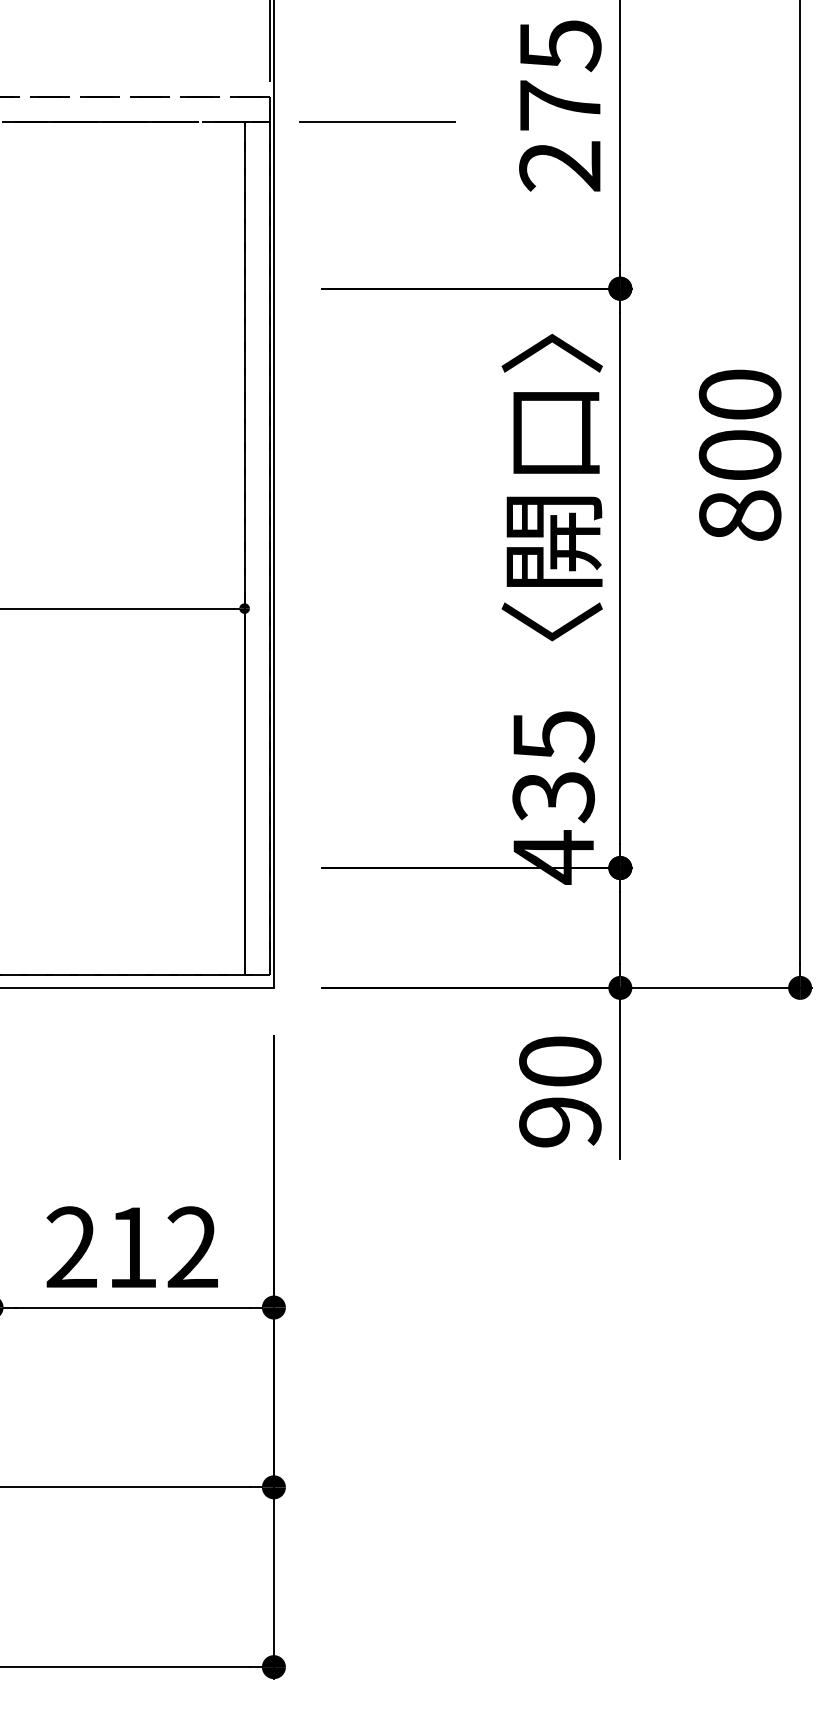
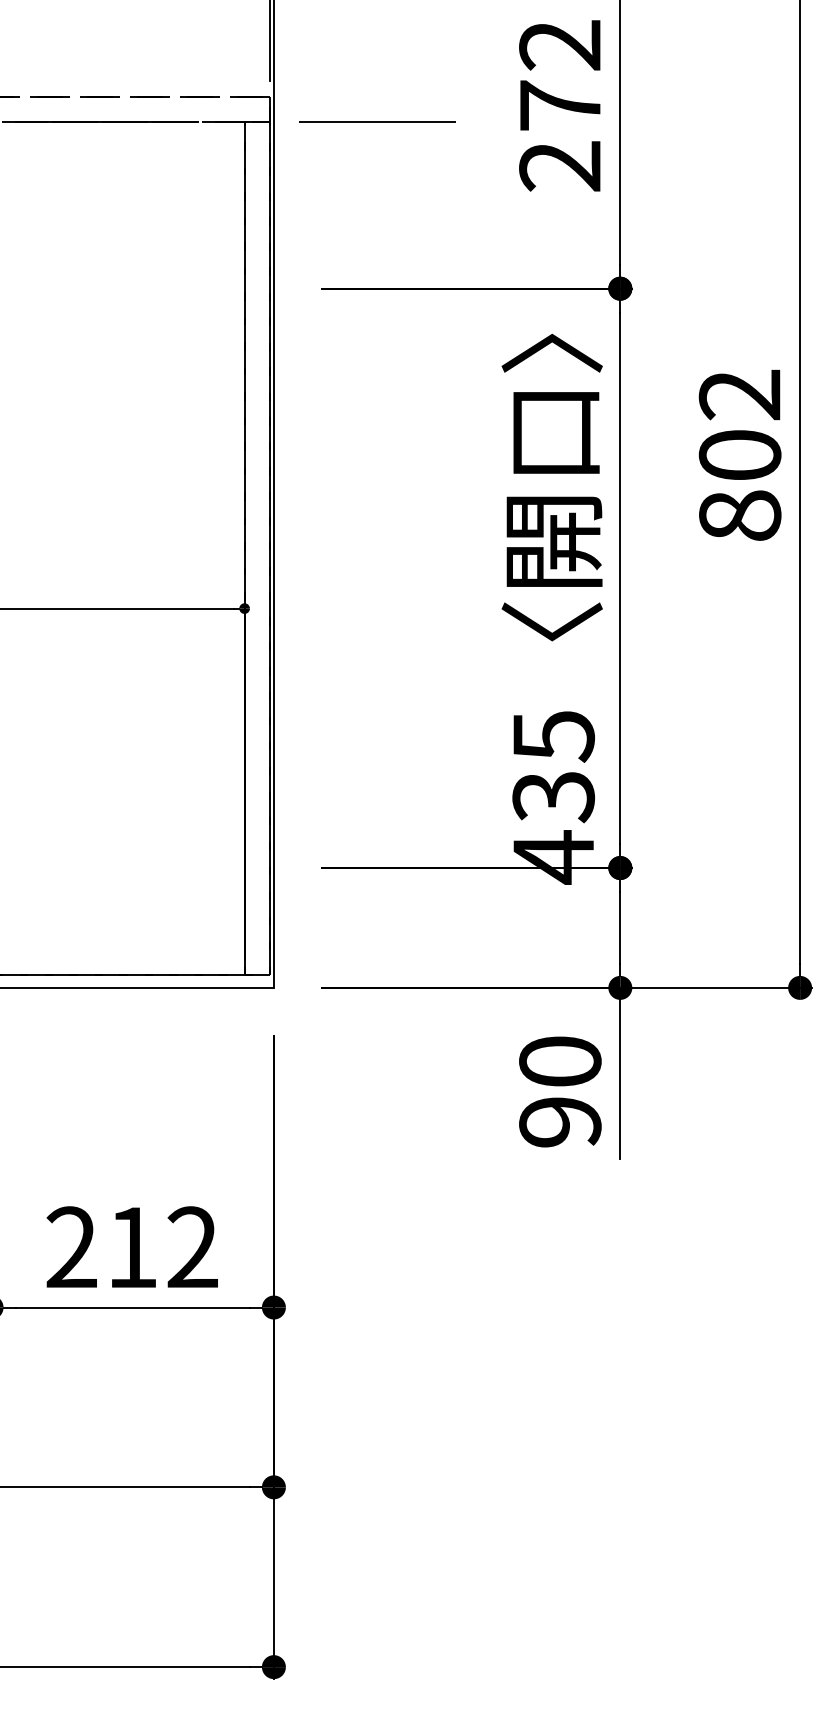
text at (560, 46): 275 -> 272
text at (739, 394): 800 -> 802
